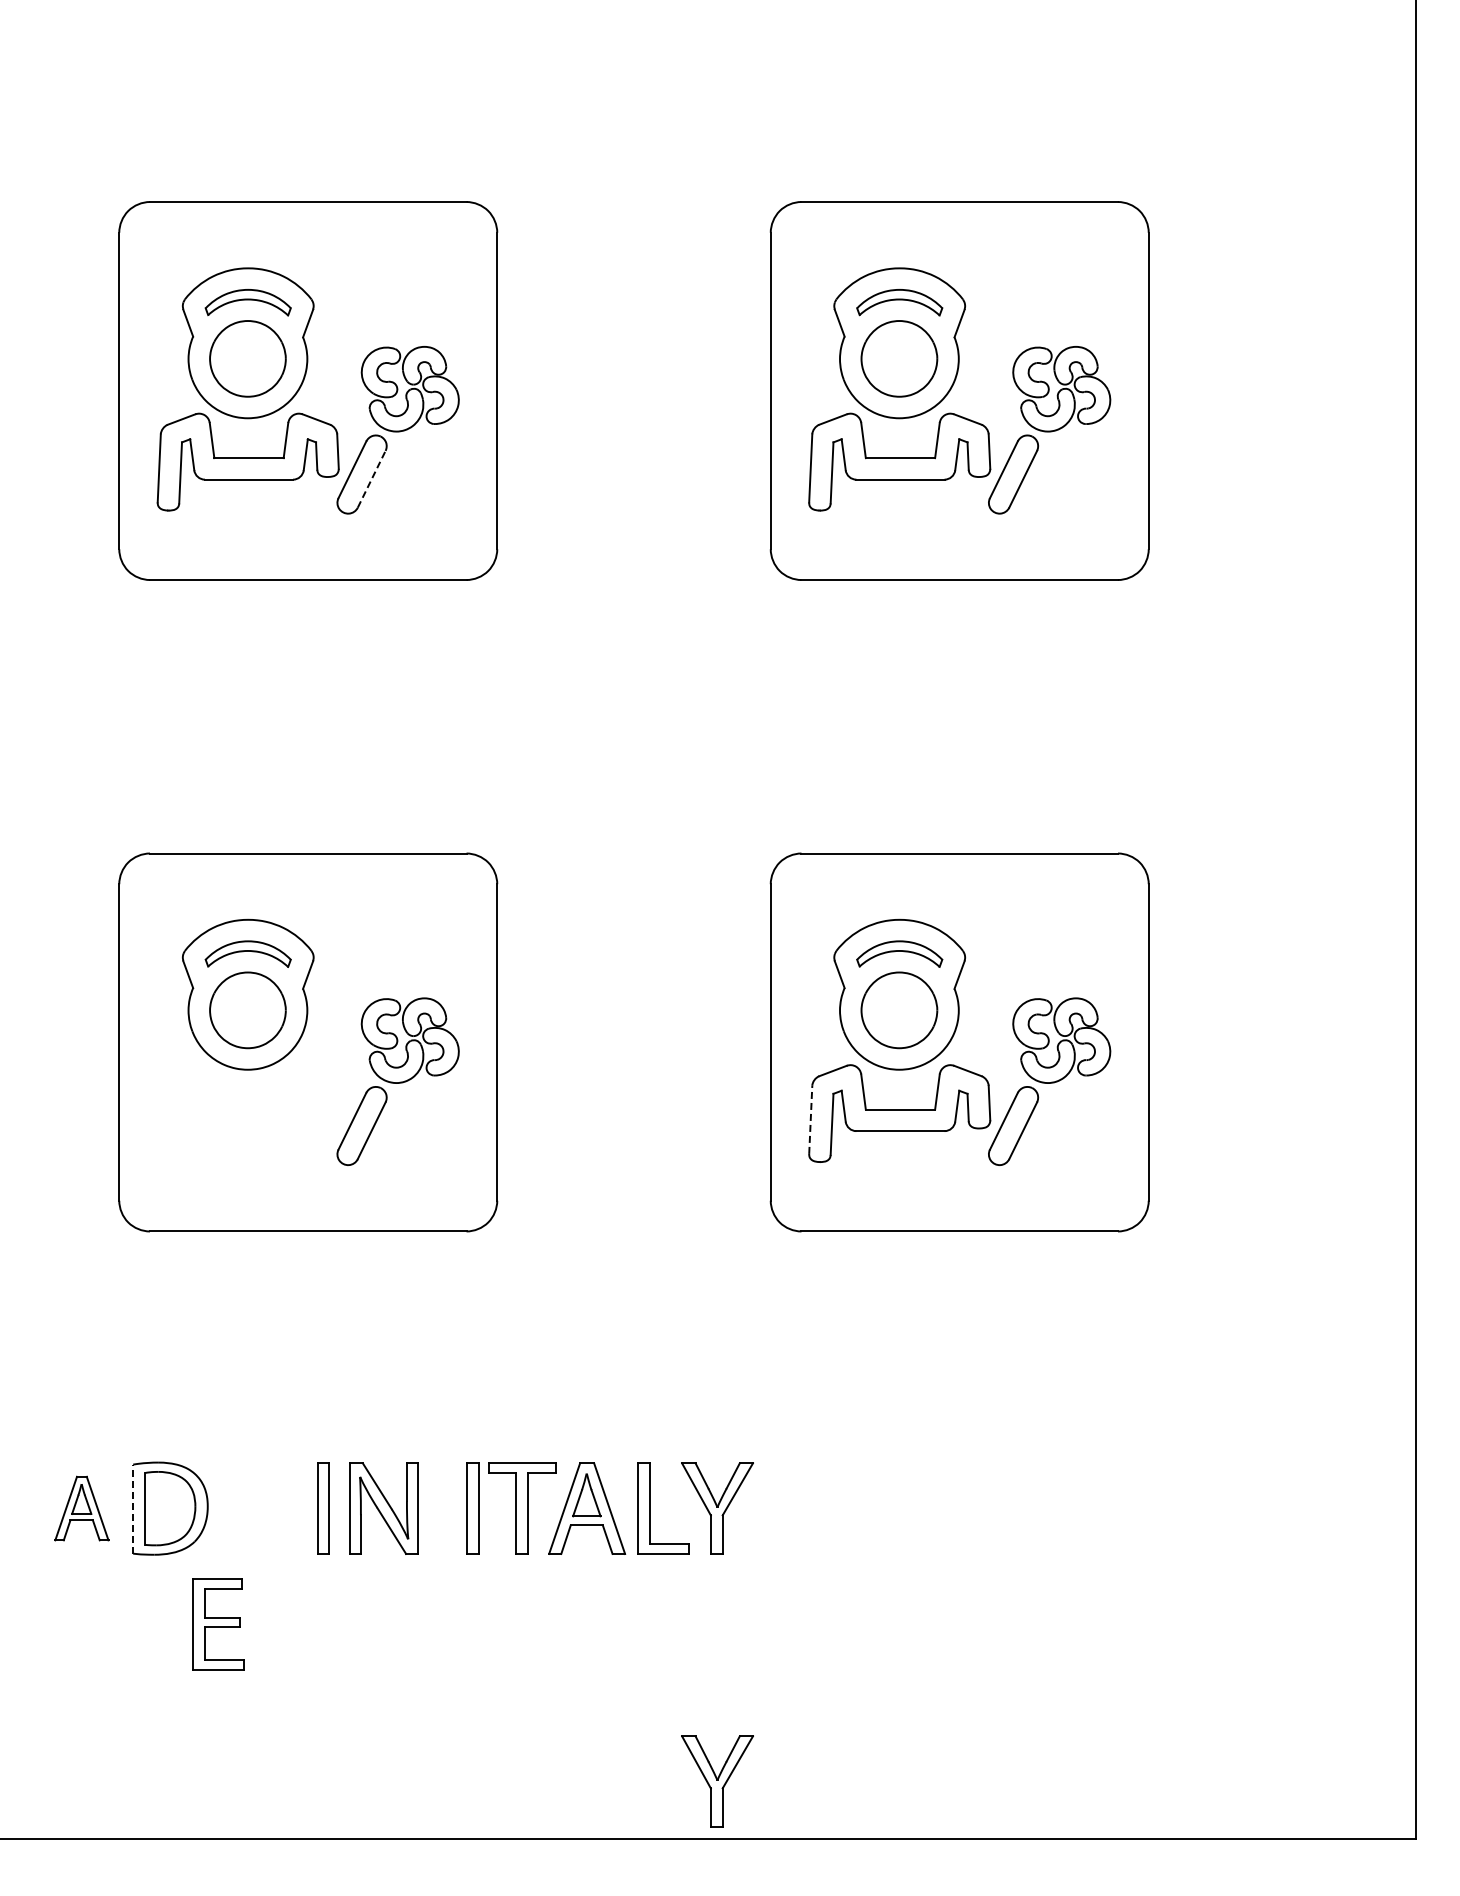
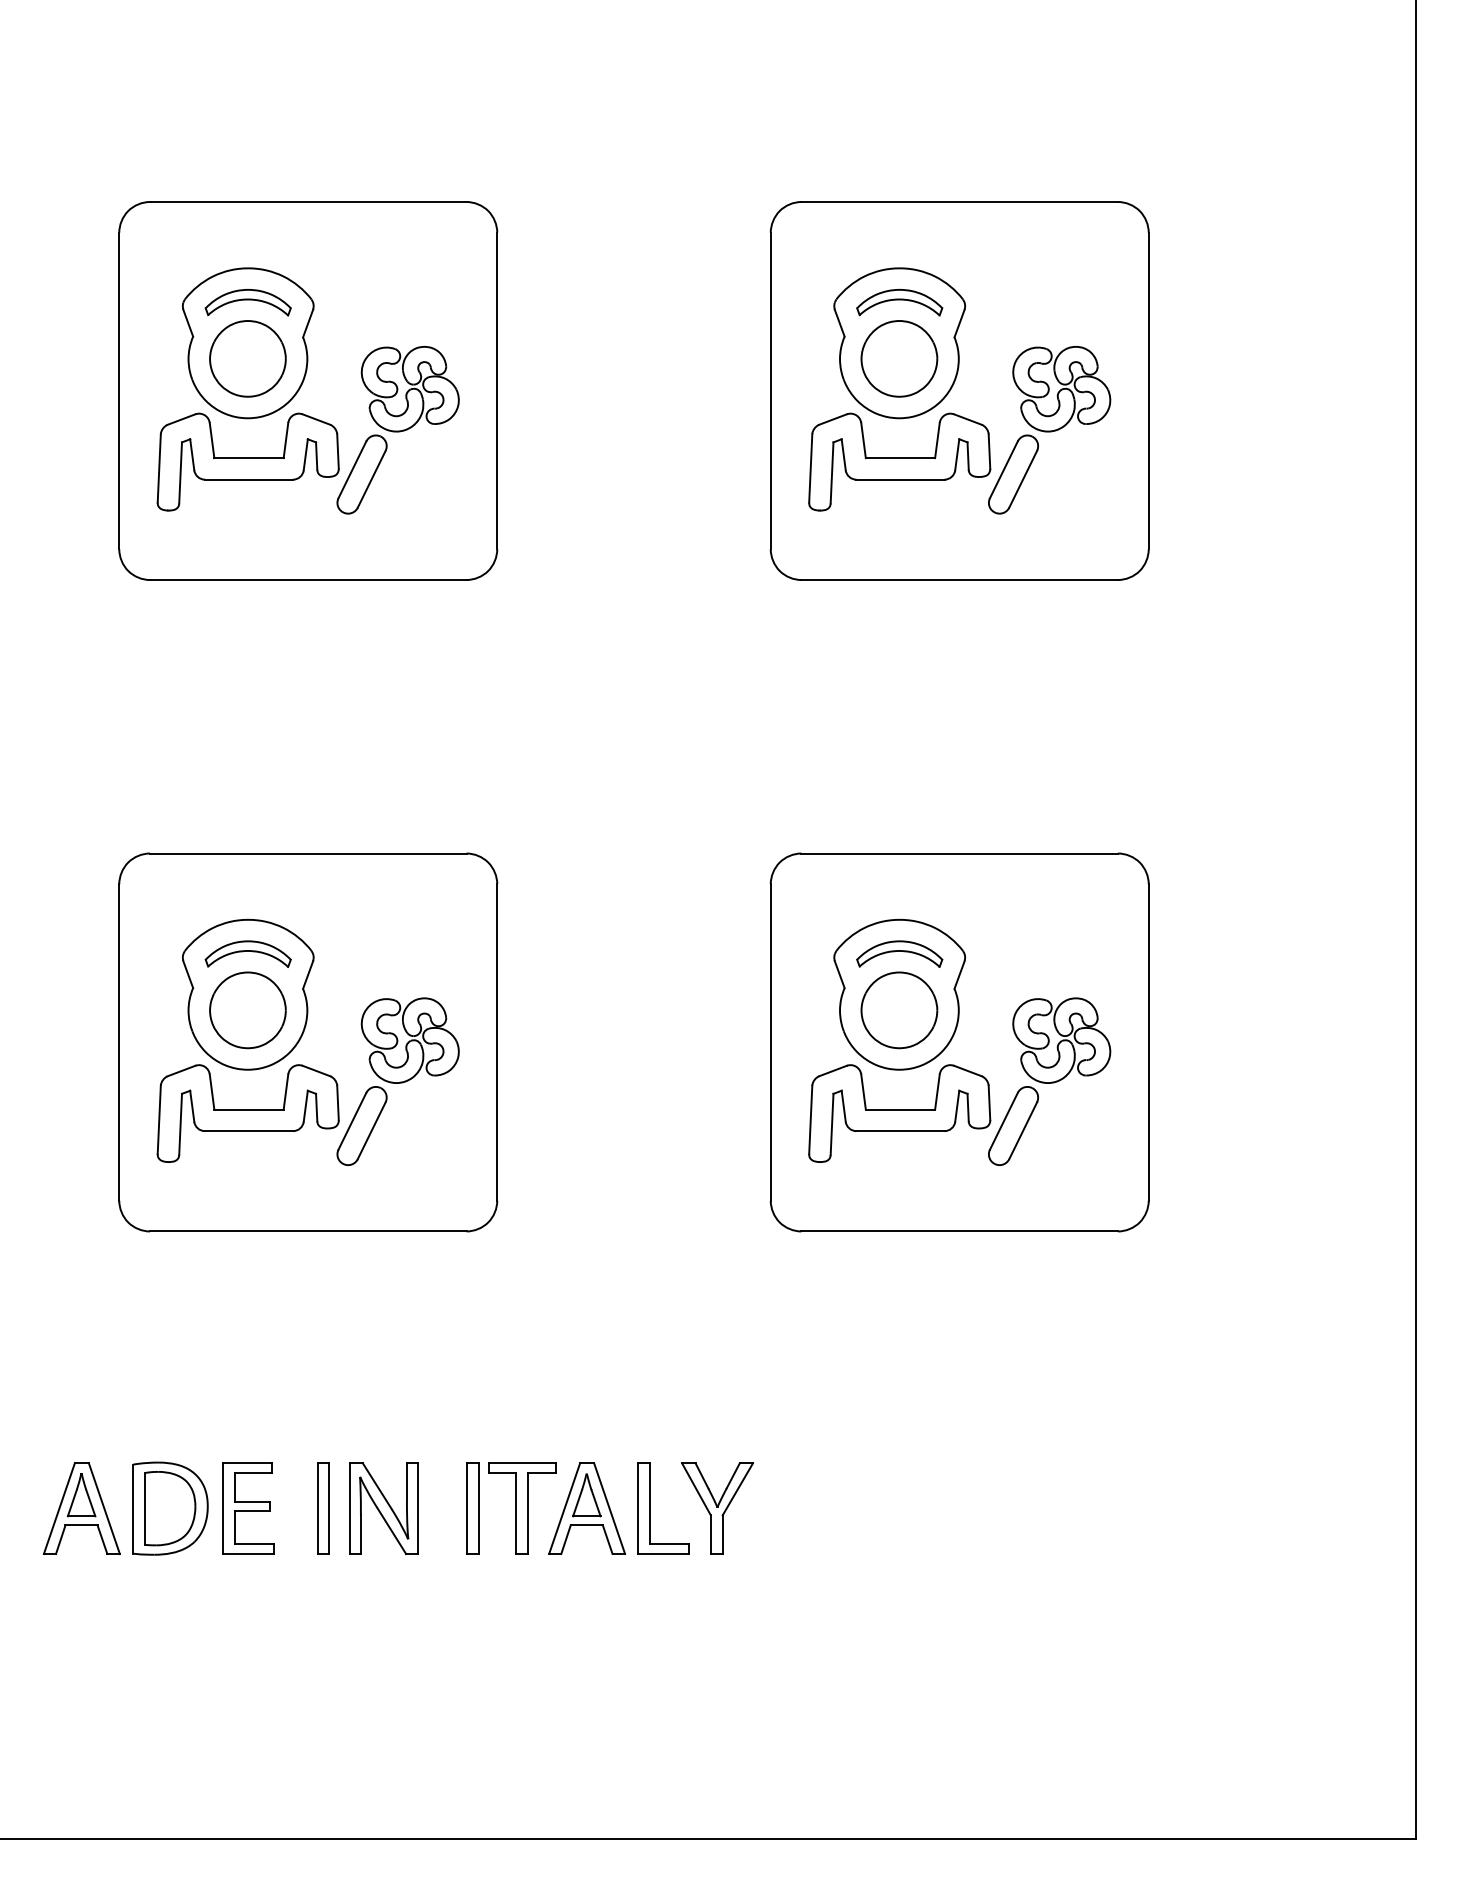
line at (371, 479): dashed -> solid
part at (247, 1113): none -> present
line at (810, 1119): dashed -> solid
part at (81, 1508) size: 56x67 px -> 78x93 px
line at (133, 1509): dashed -> solid
part at (218, 1624) position: (218, 1624) -> (248, 1508)
part at (717, 1781): present -> none
